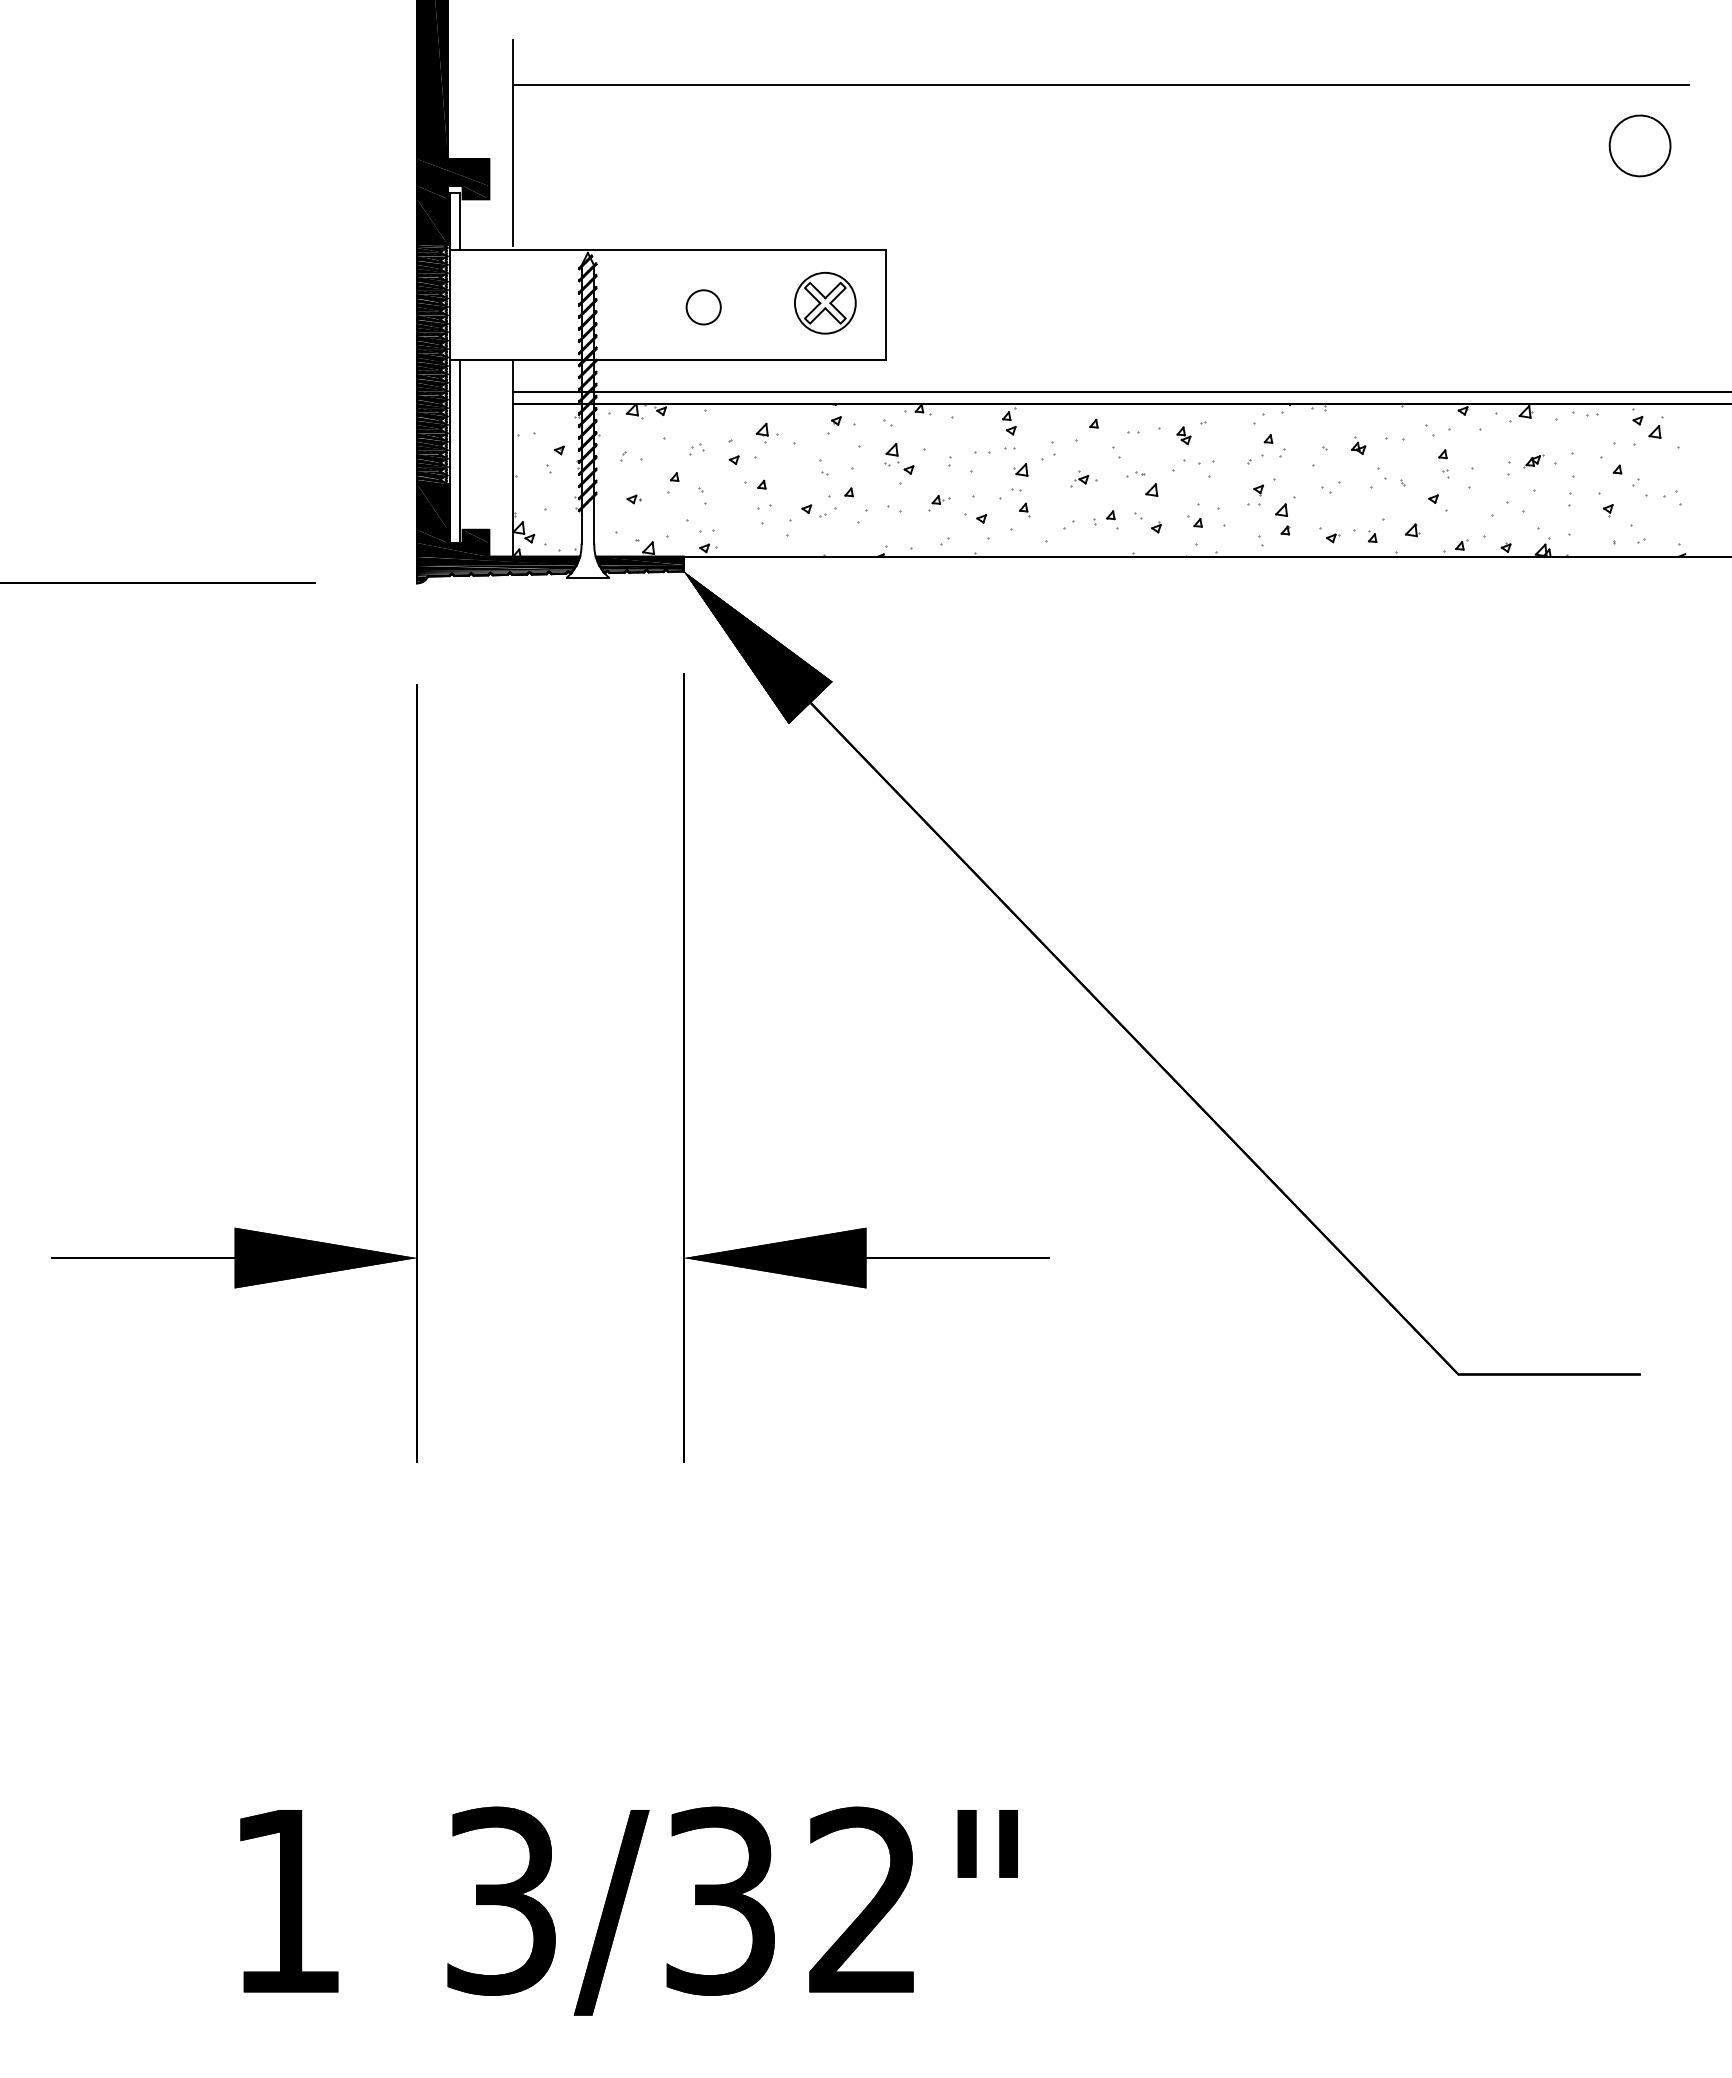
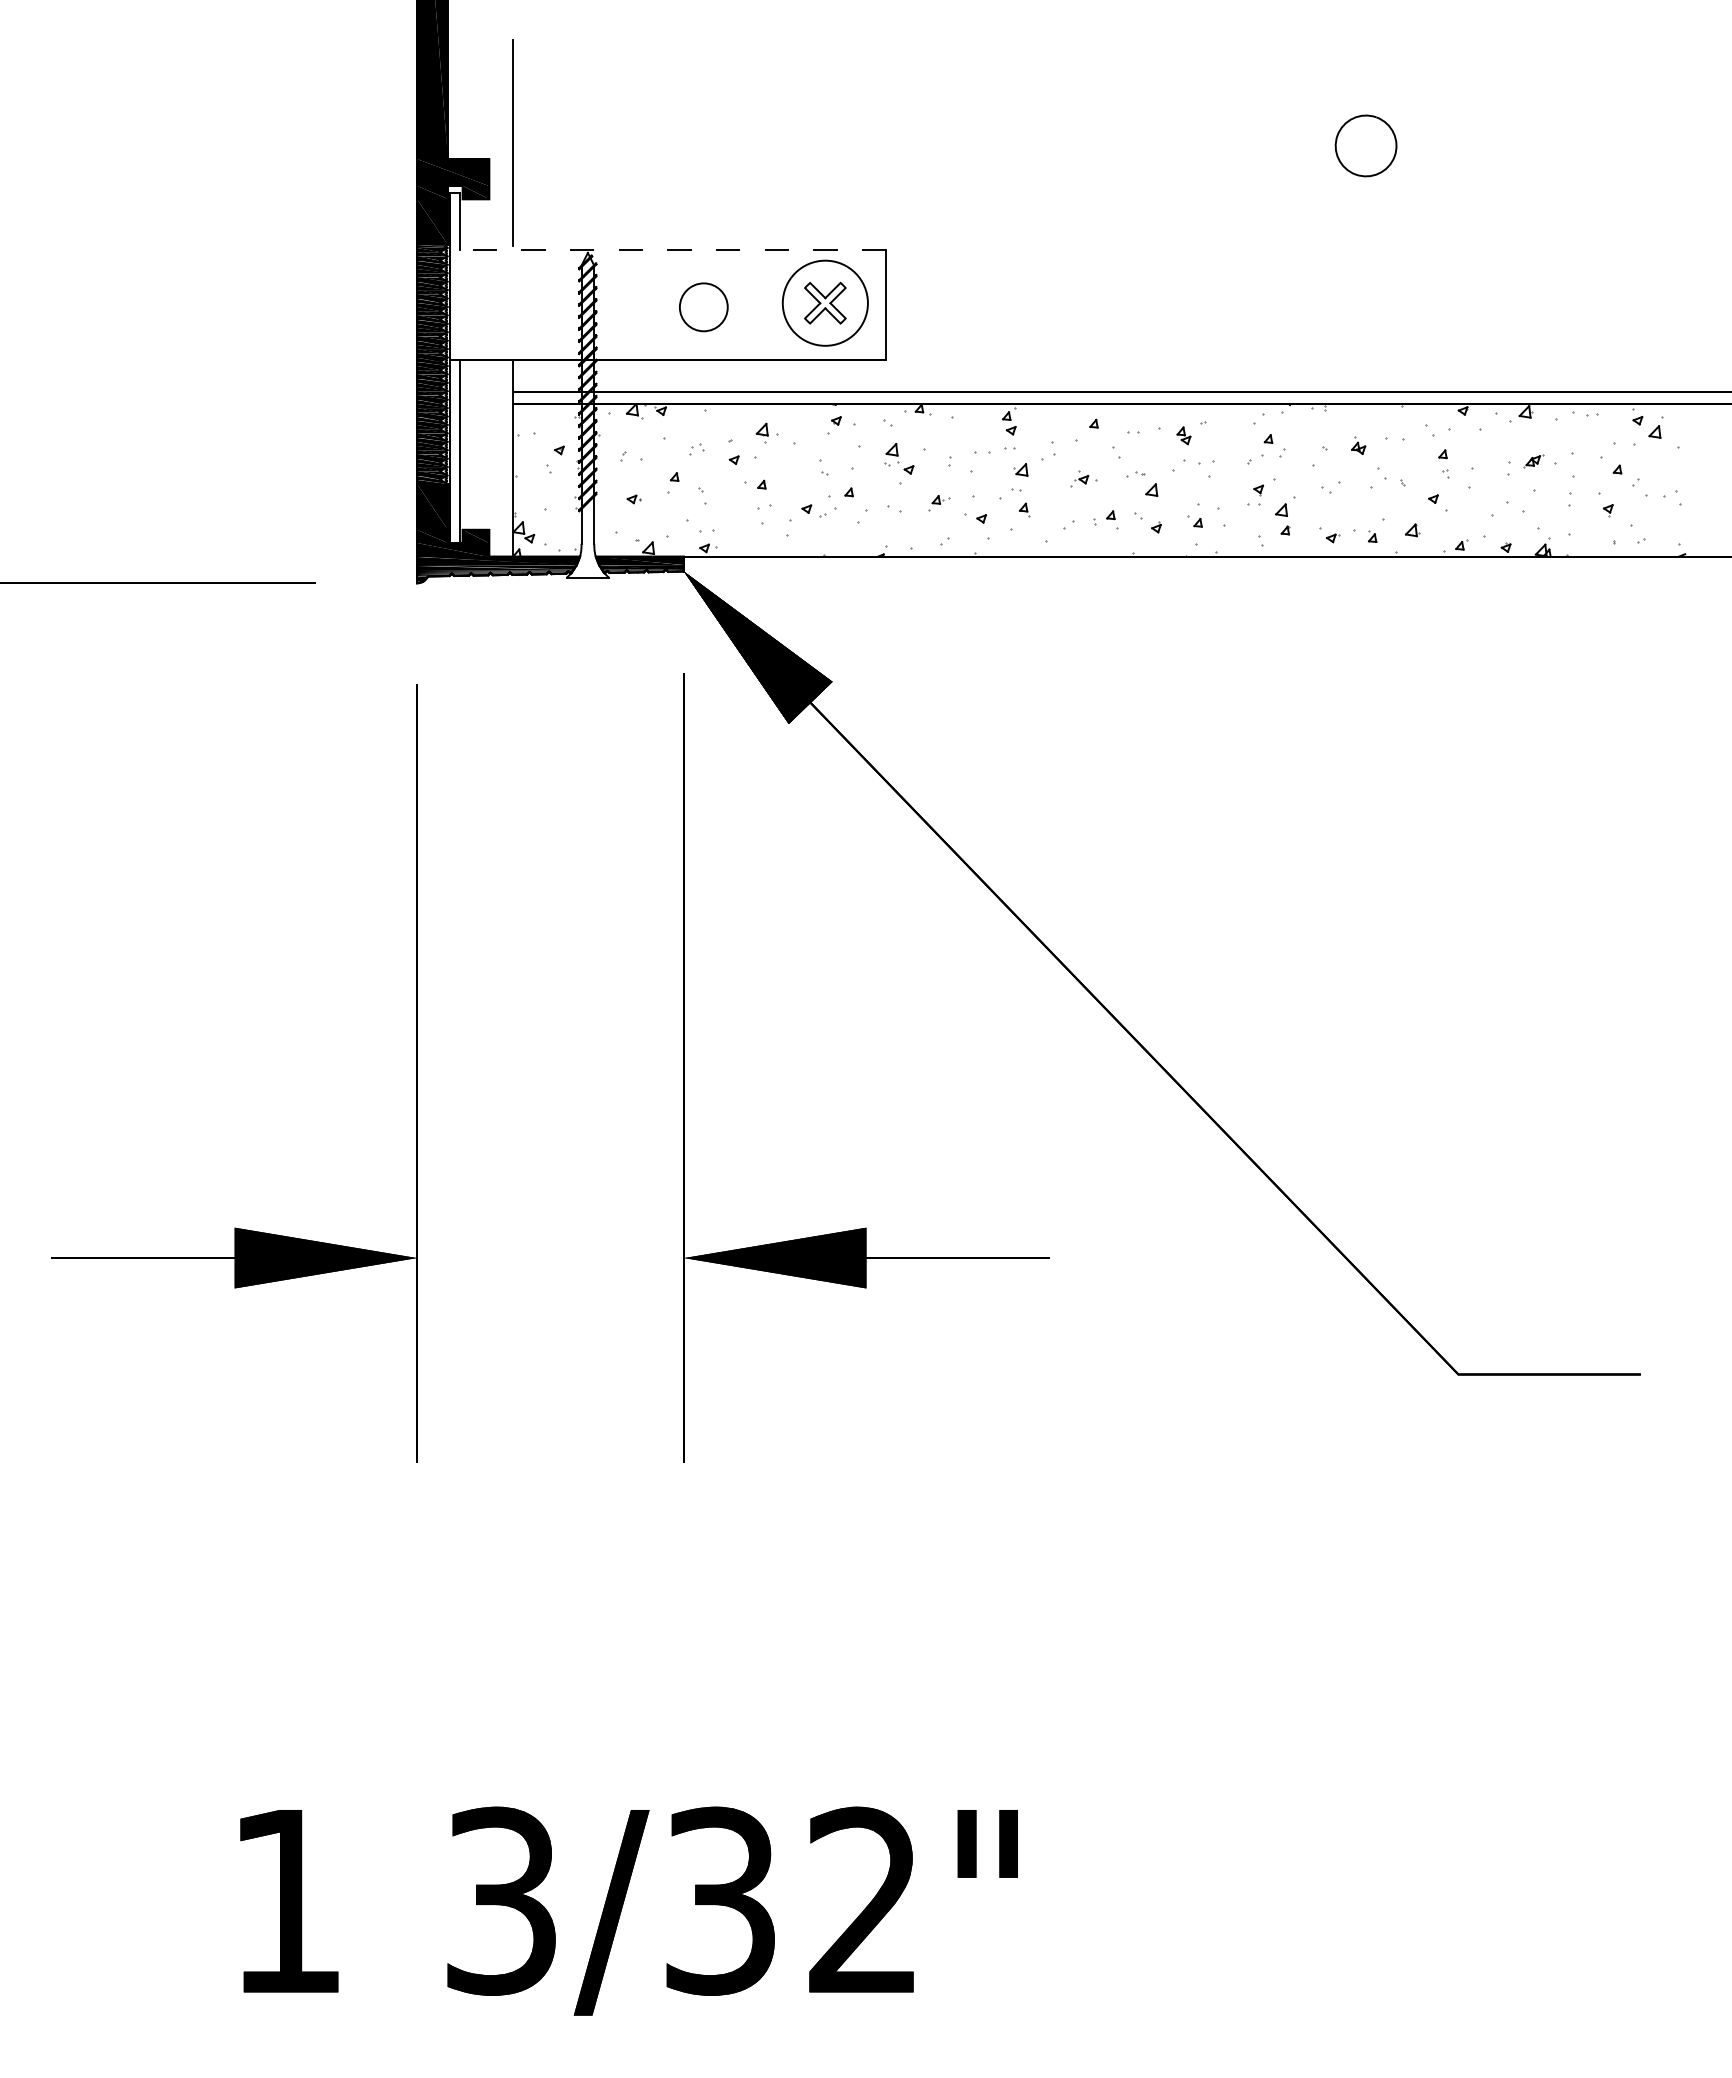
line at (1101, 85): present -> none
arc at (1619, 125) position: (1619, 125) -> (1345, 125)
line at (667, 250): solid -> dashed
circle at (824, 302) diameter: 61 px -> 85 px
circle at (703, 307) size: 37x37 px -> 50x51 px
